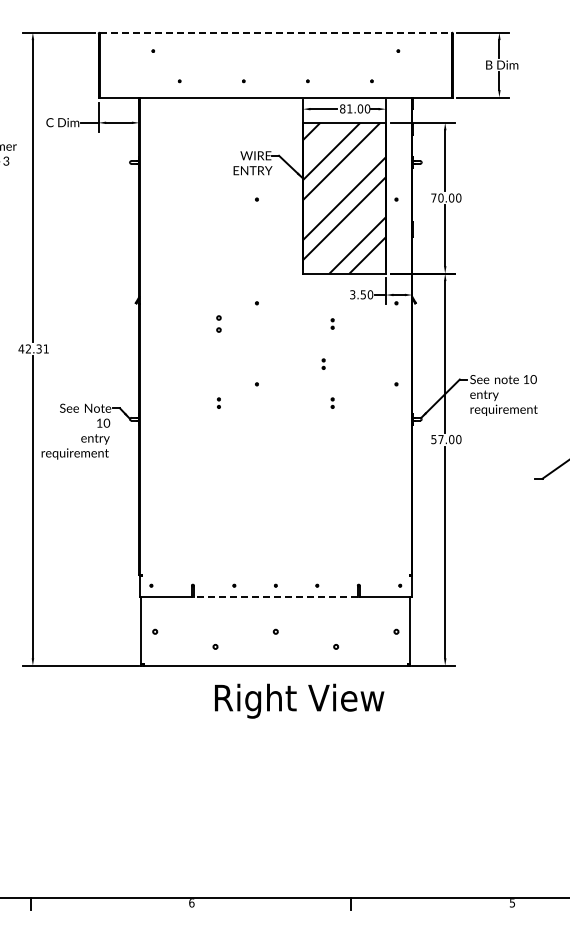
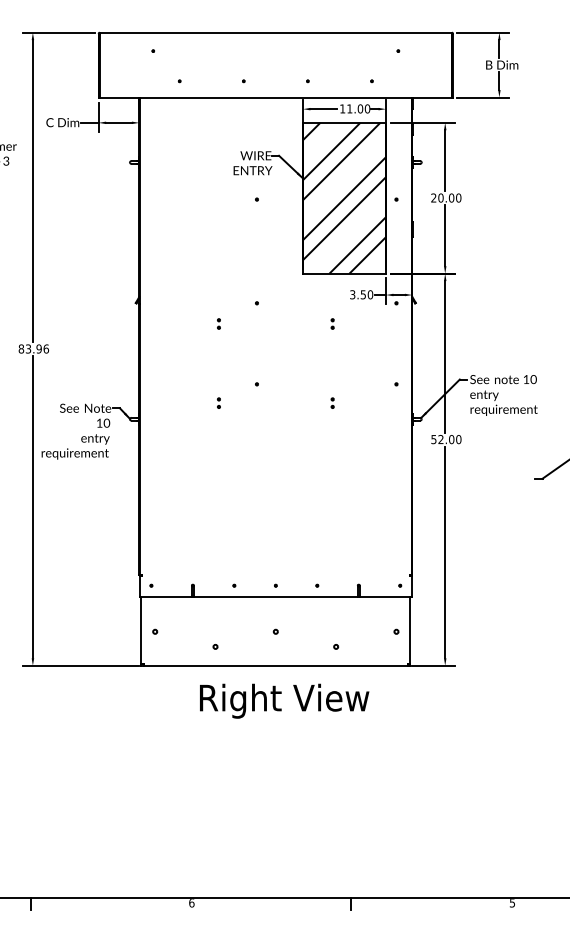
line at (276, 32): dashed -> solid
text at (342, 108): 81.00 -> 11.00
text at (433, 197): 70.00 -> 20.00
part at (218, 323) size: 6x18 px -> 4x12 px
text at (33, 348): 42.31 -> 83.96
part at (323, 363): present -> none
text at (440, 439): 57.00 -> 52.00
line at (275, 597): dashed -> solid
text at (299, 700) position: (299, 700) -> (284, 700)
